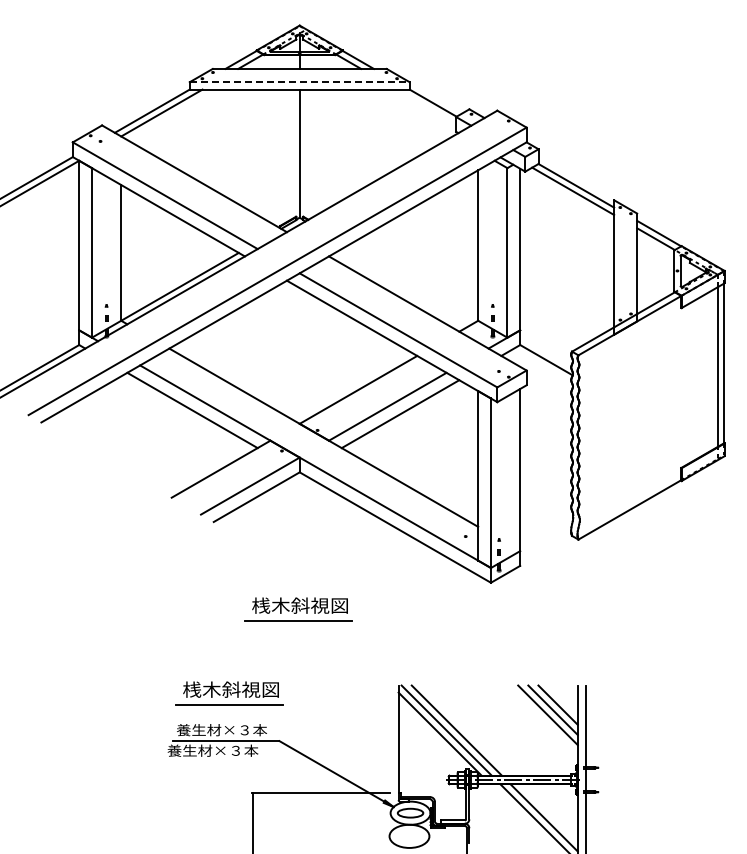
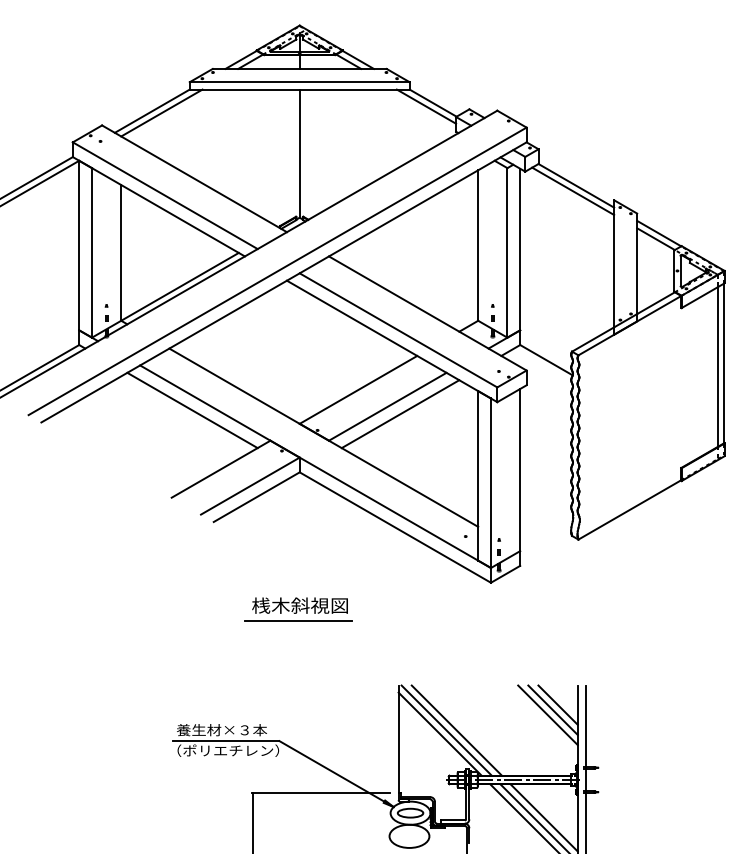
line at (299, 82): dashed -> solid
line at (426, 106): none -> present
part at (229, 693): present -> none
text at (223, 750): 養生材×３本 -> （ポリエチレン）
line at (523, 817): none -> present
